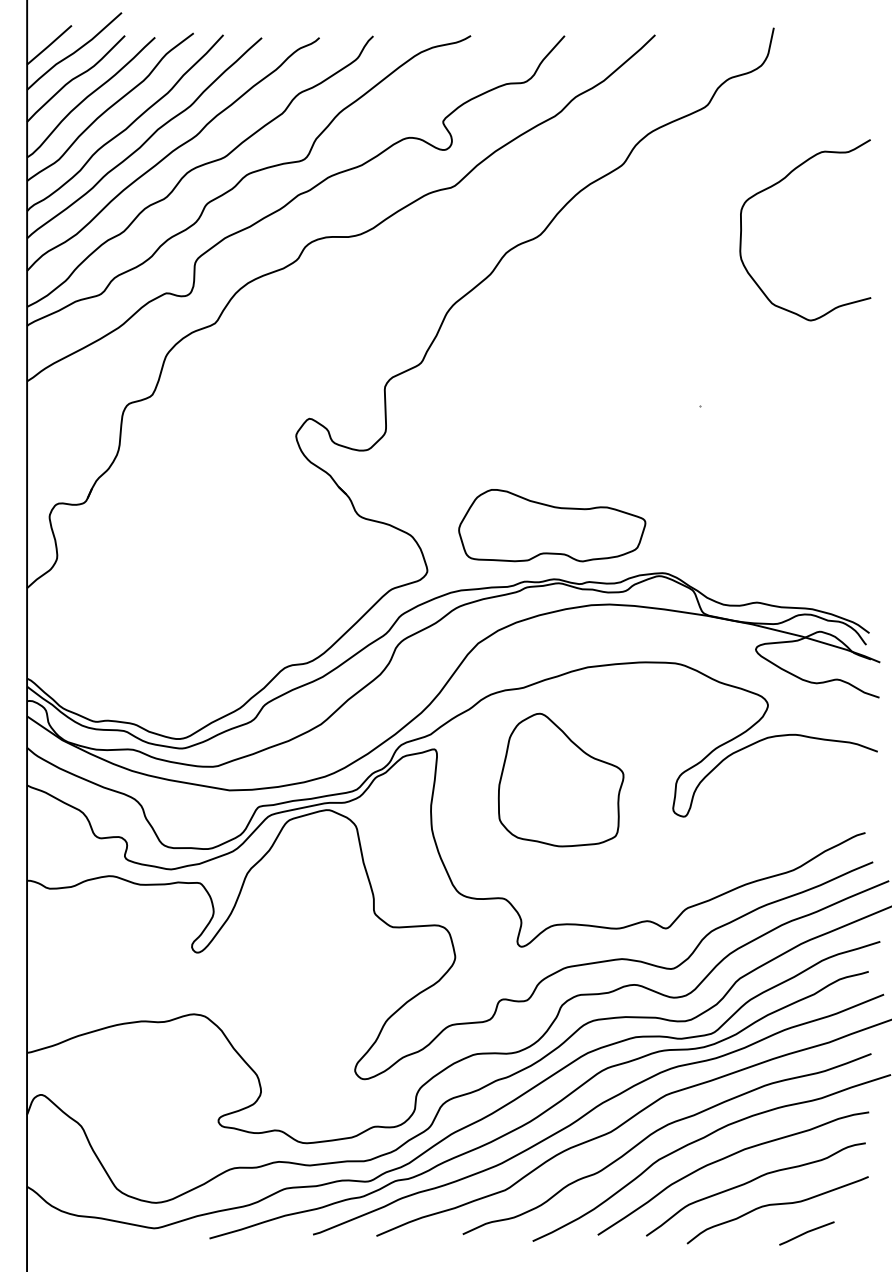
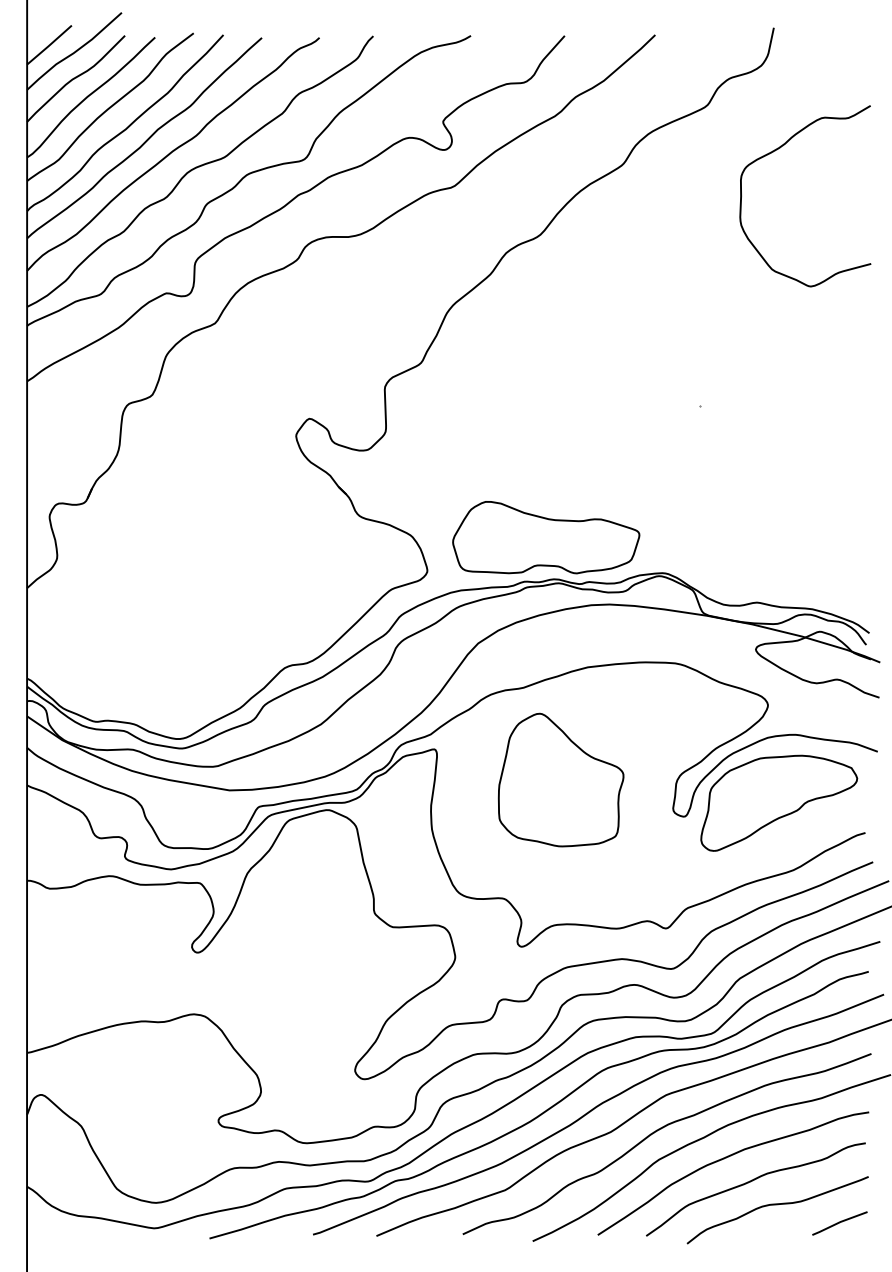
curve at (775, 185) position: (775, 185) -> (775, 151)
part at (552, 525) position: (552, 525) -> (546, 537)
part at (779, 802): none -> present
line at (806, 1233) position: (806, 1233) -> (839, 1223)
